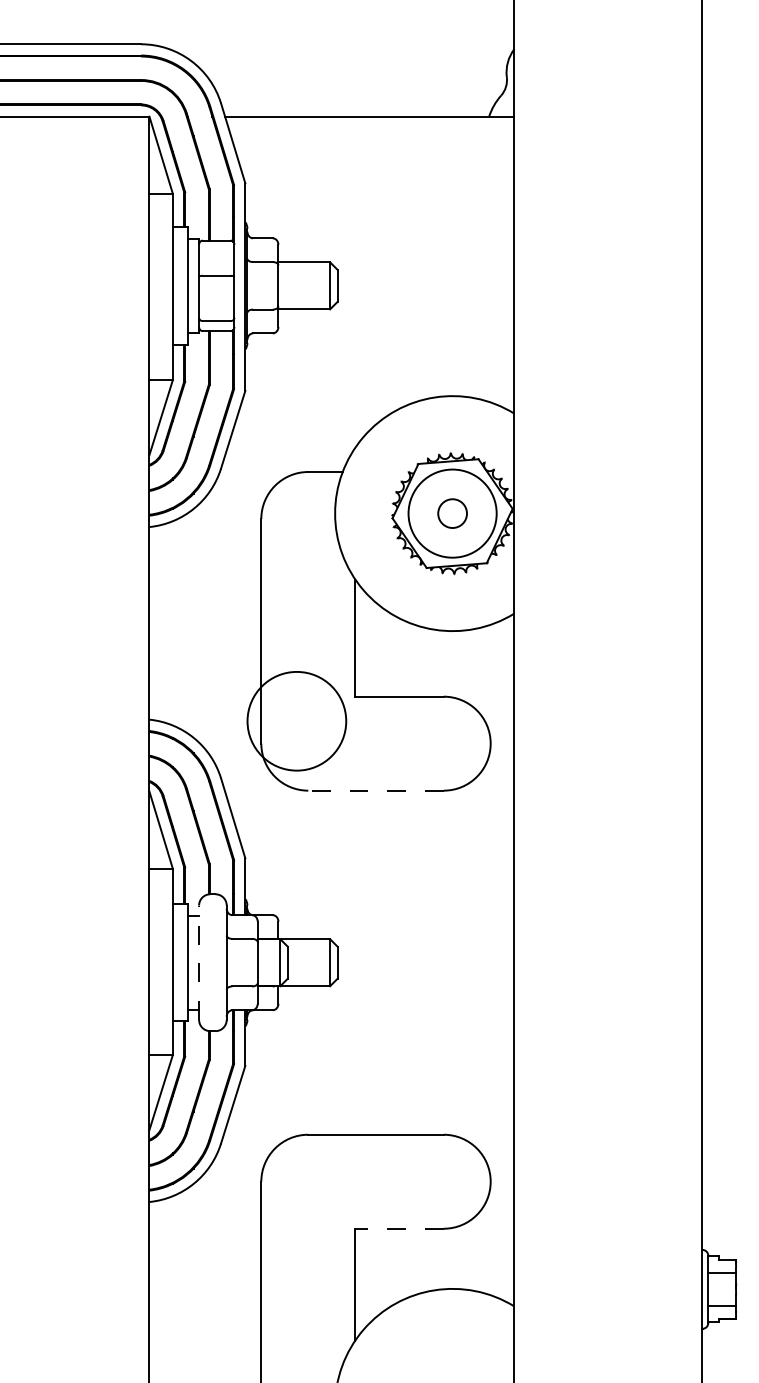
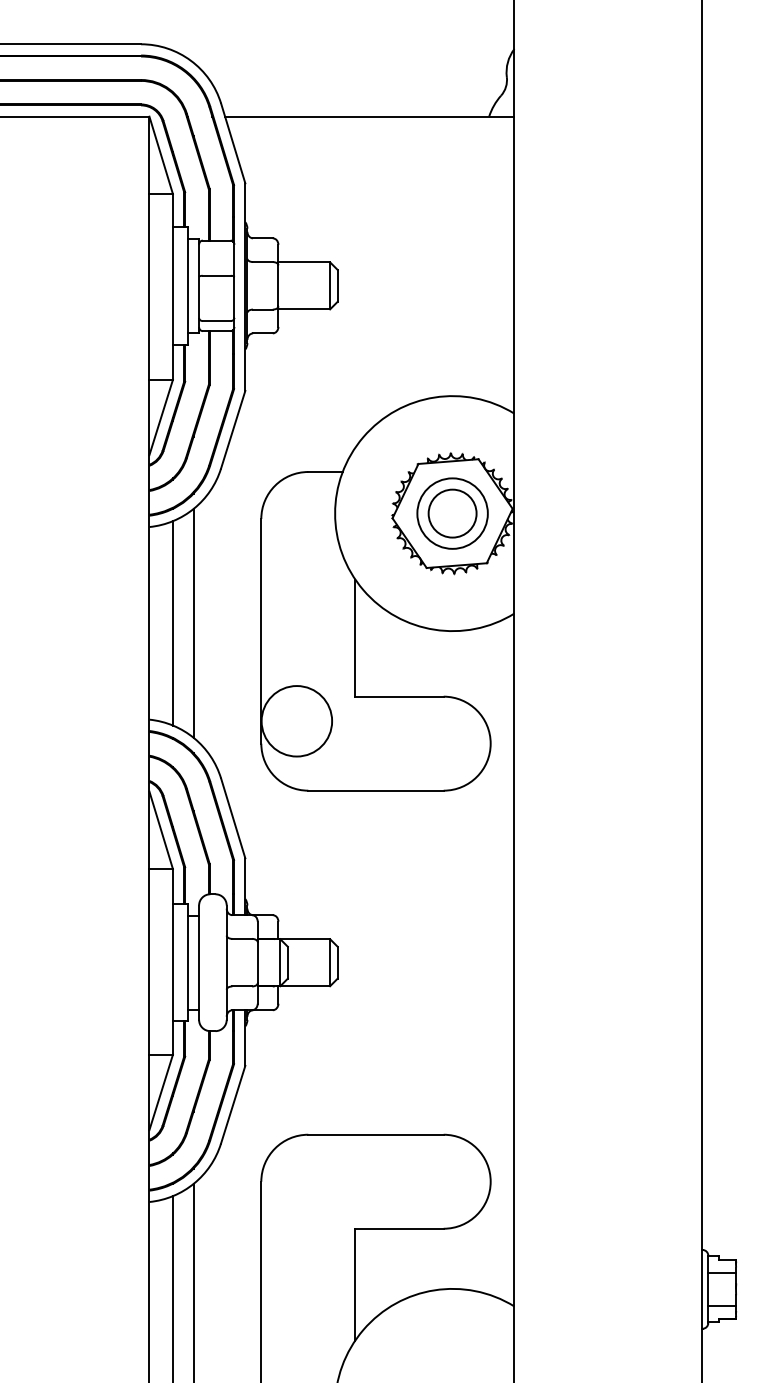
circle at (452, 513) diameter: 29 px -> 48 px
circle at (452, 513) diameter: 88 px -> 71 px
line at (193, 622): none -> present
line at (172, 623): none -> present
circle at (296, 720) diameter: 99 px -> 71 px
line at (376, 790): dashed -> solid
line at (199, 962): dashed -> solid
line at (399, 1228): dashed -> solid
line at (193, 1281): none -> present
line at (172, 1287): none -> present
